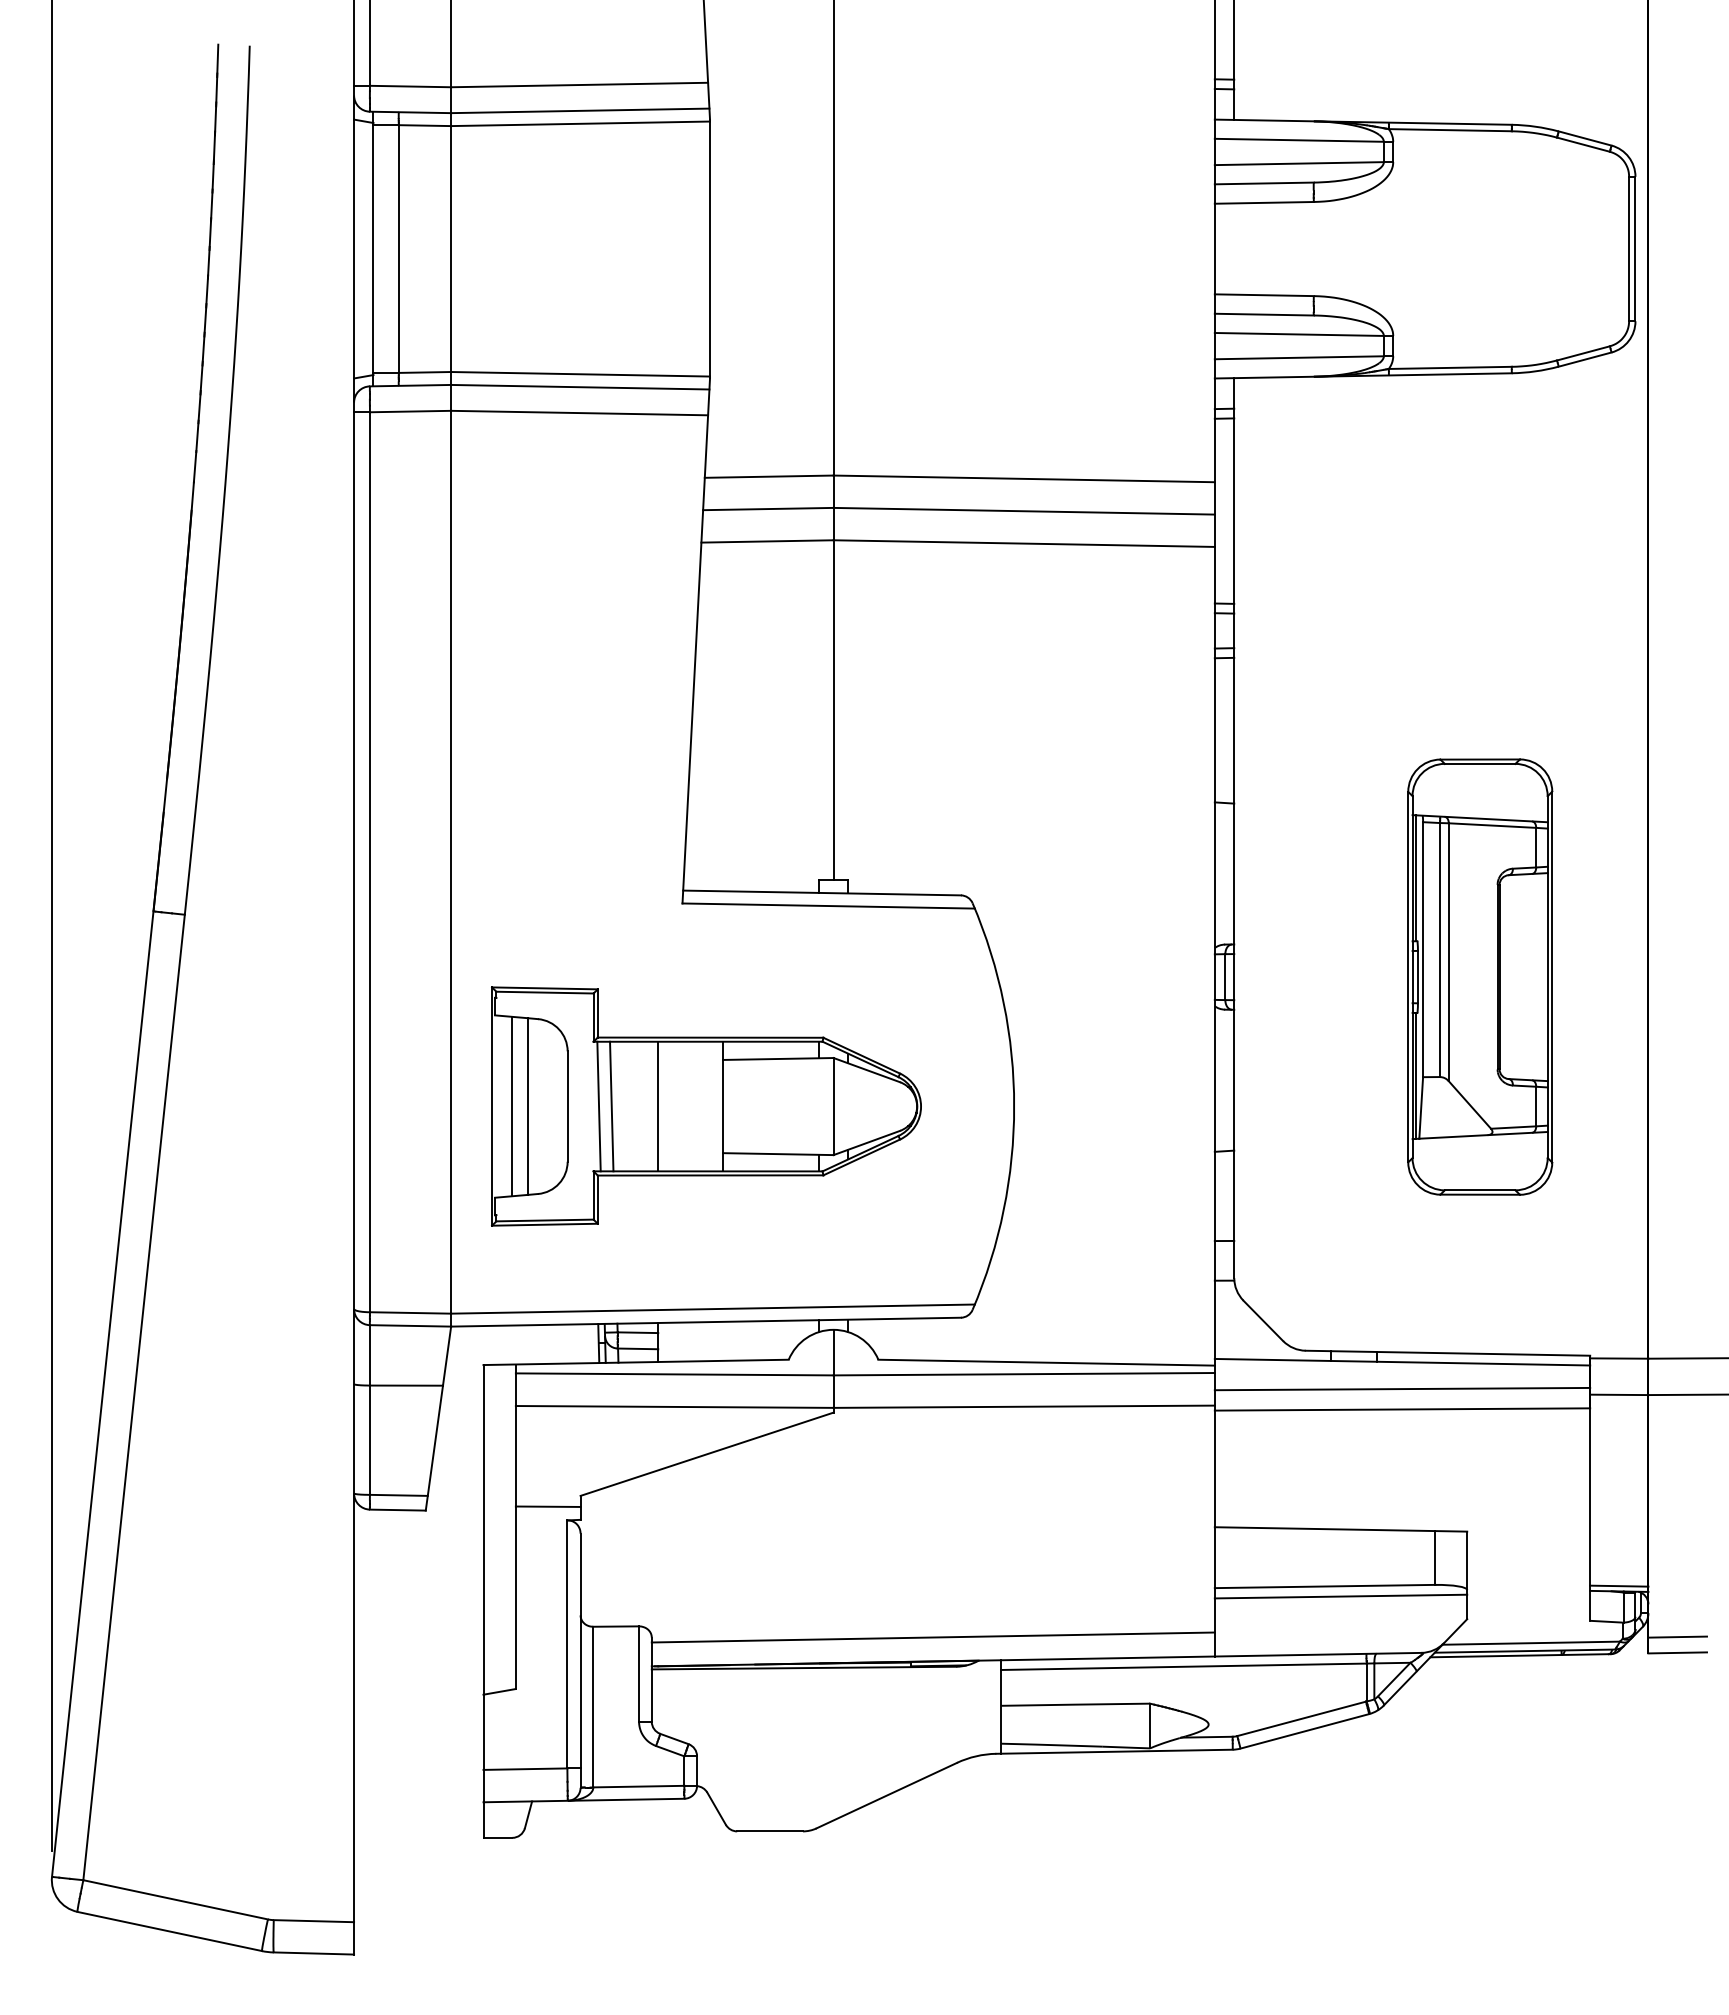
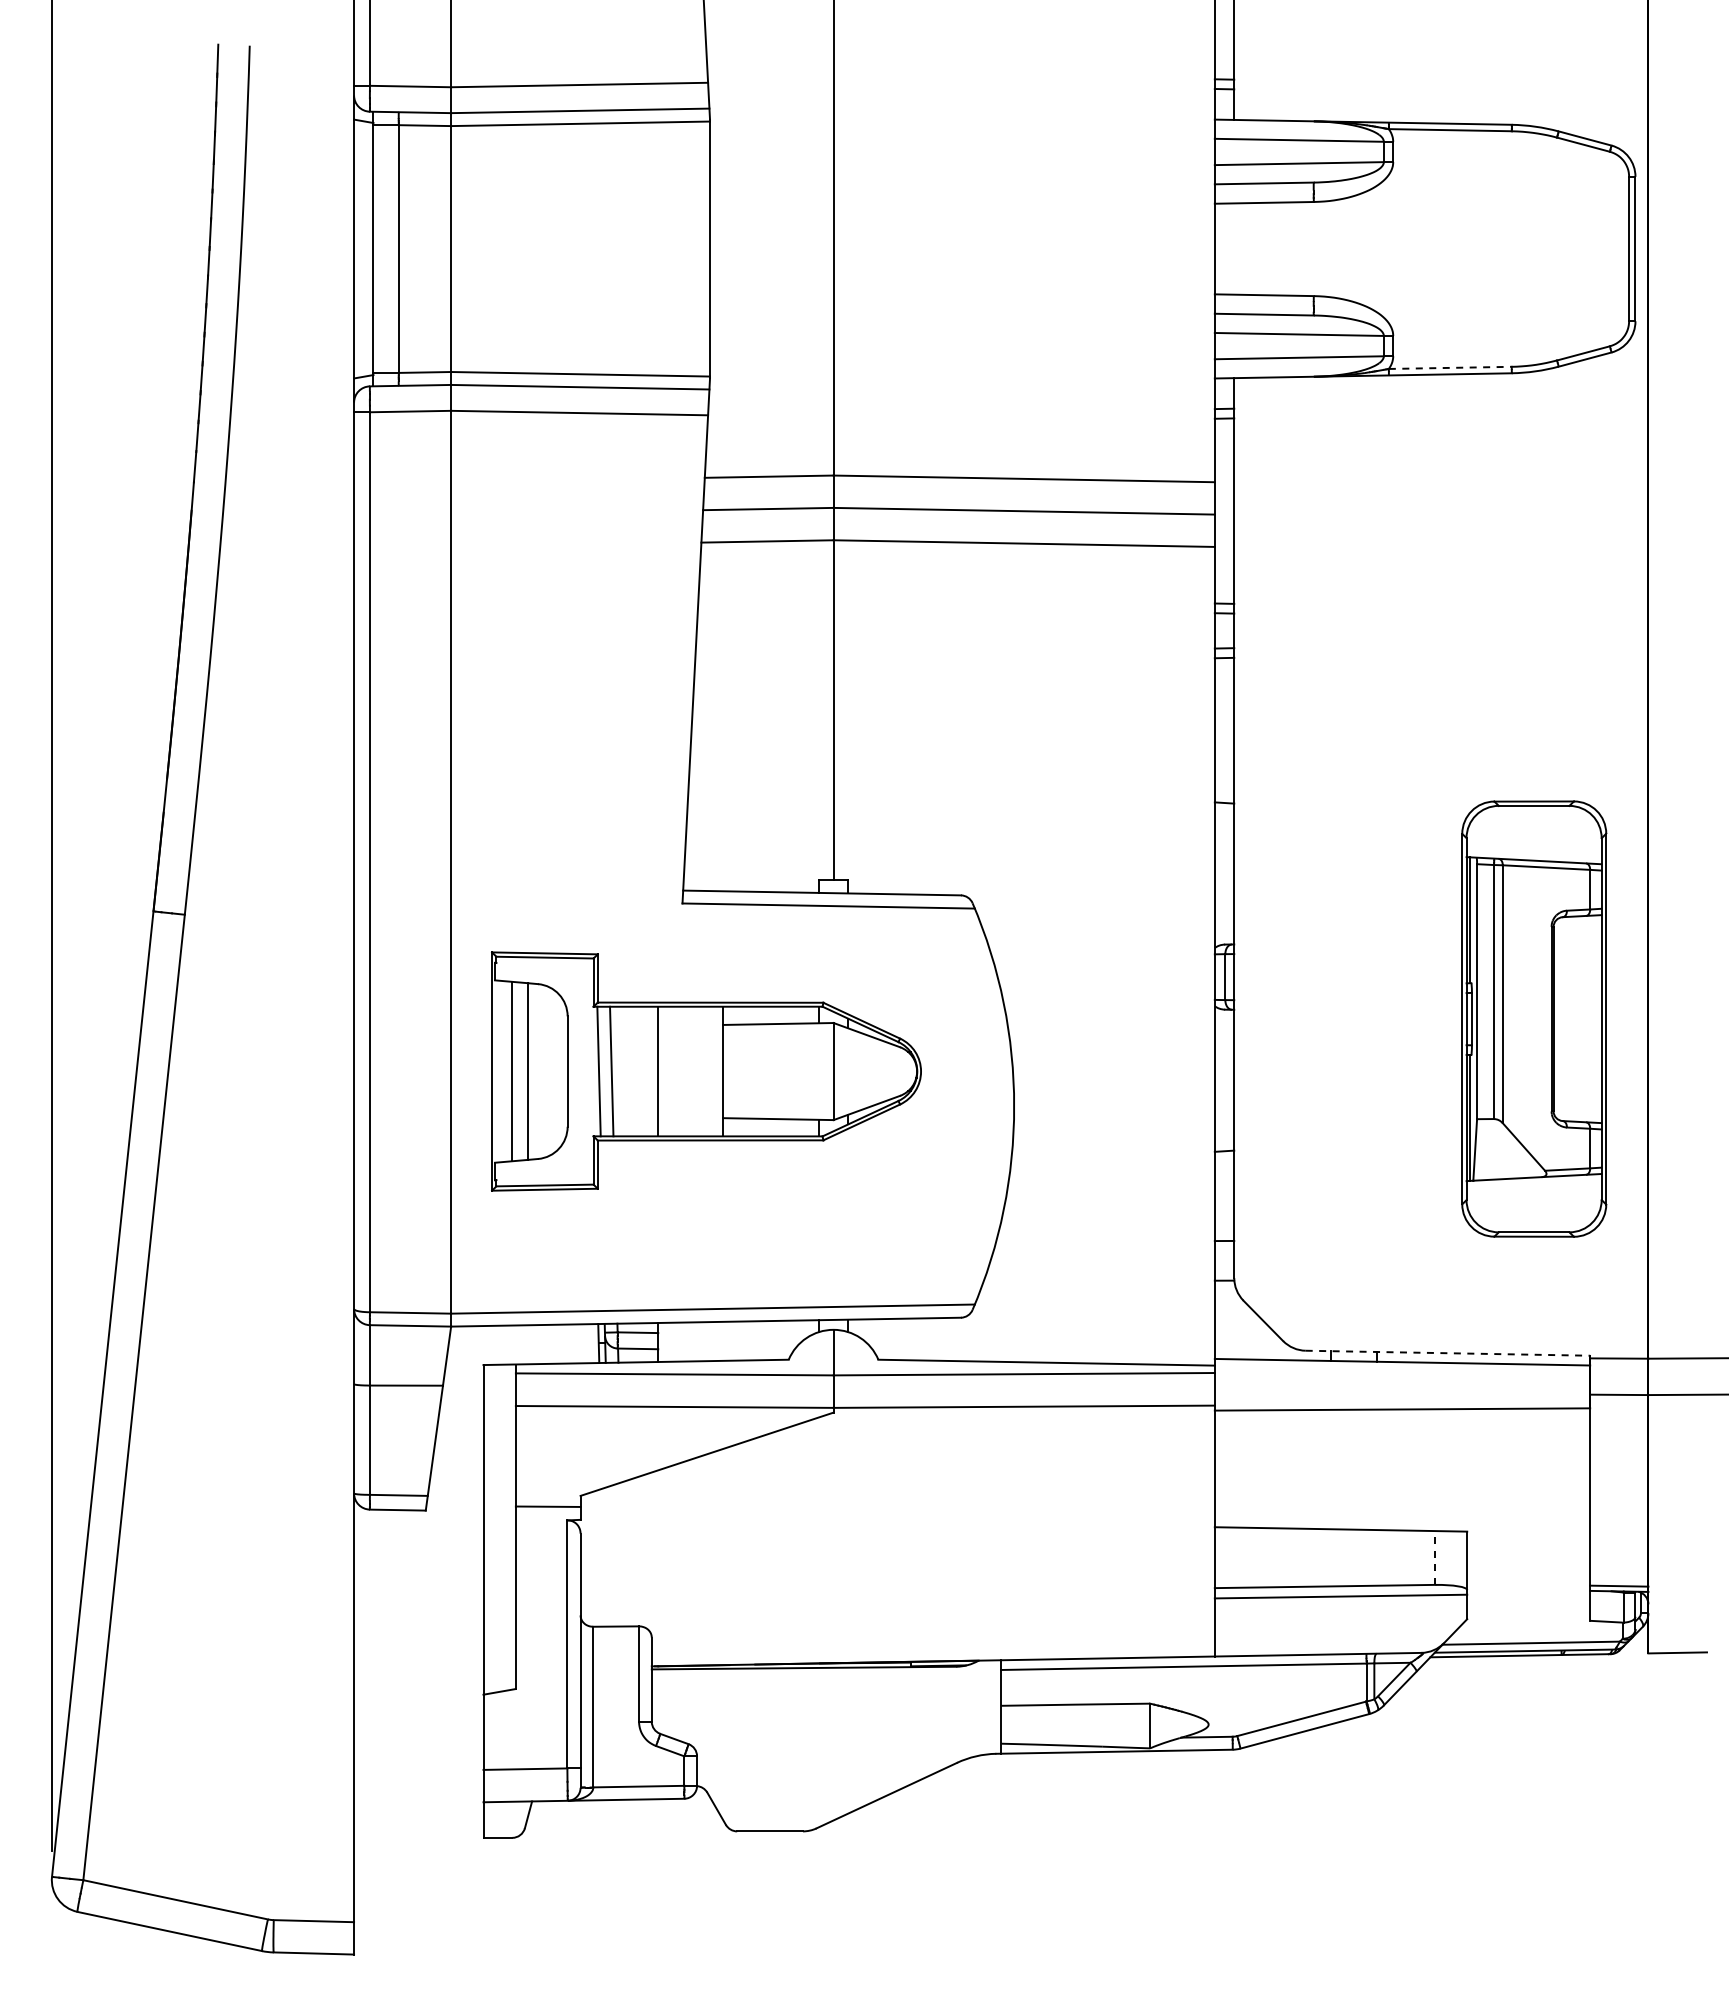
line at (1450, 367): solid -> dashed
part at (1480, 976) position: (1480, 976) -> (1534, 1018)
part at (706, 1106) position: (706, 1106) -> (706, 1071)
line at (1448, 1353): solid -> dashed
line at (1402, 1388): present -> none
line at (1435, 1557): solid -> dashed
line at (1677, 1636): present -> none
line at (932, 1637): present -> none
